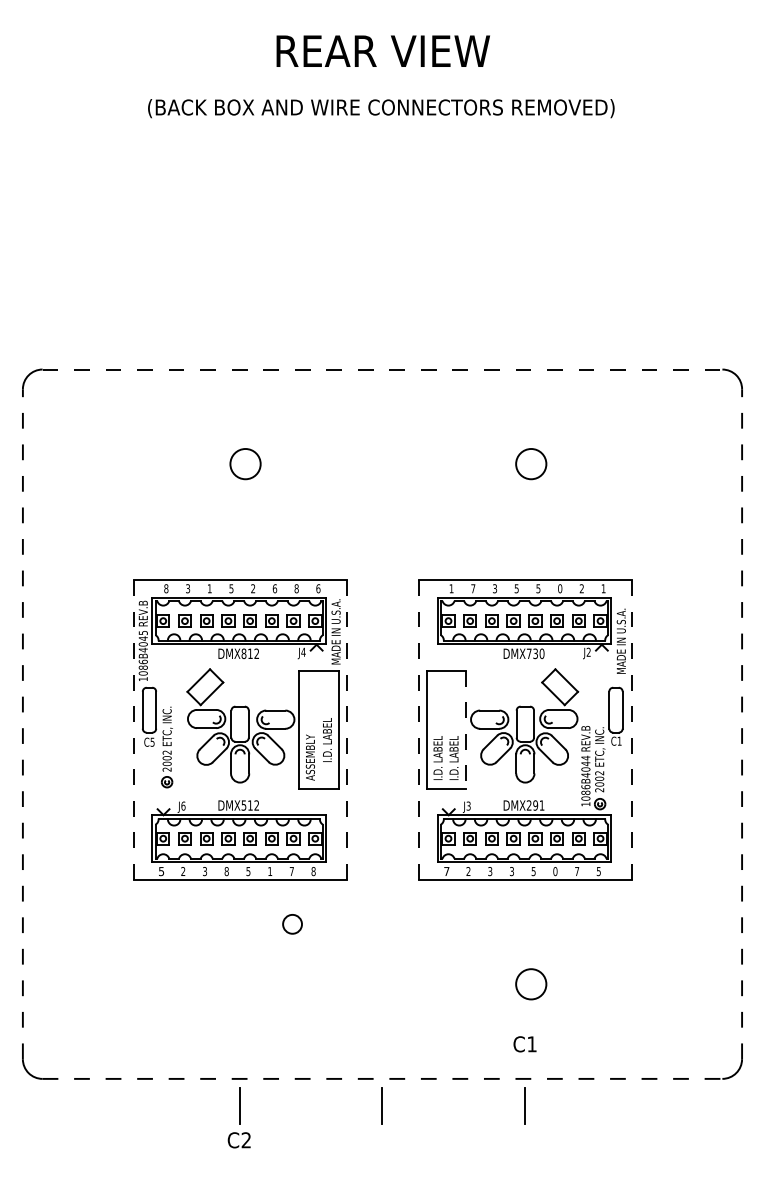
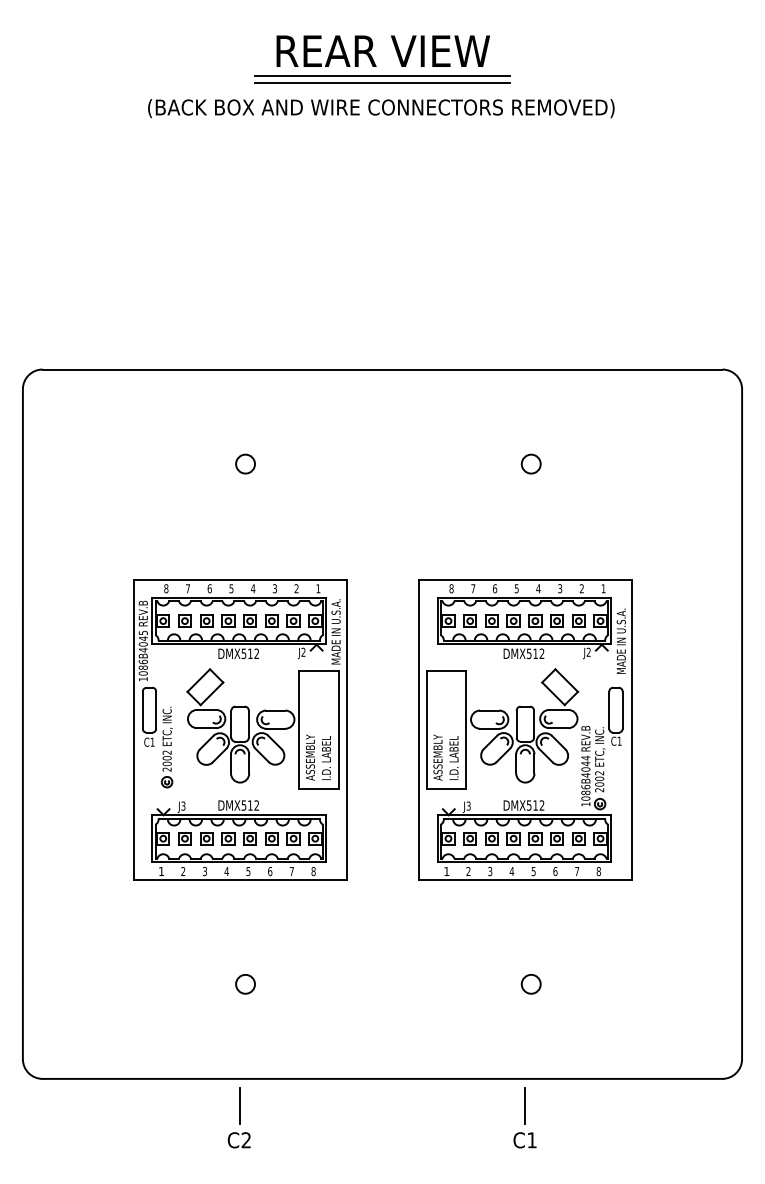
line at (382, 75): none -> present
line at (382, 83): none -> present
line at (382, 369): dashed -> solid
circle at (245, 464) diameter: 30 px -> 19 px
circle at (531, 464) diameter: 30 px -> 19 px
text at (188, 588): 3 -> 7
text at (209, 588): 1 -> 6
text at (252, 588): 2 -> 4
text at (274, 588): 6 -> 3
text at (296, 588): 8 -> 2
text at (318, 588): 6 -> 1
text at (451, 588): 1 -> 8
text at (494, 588): 3 -> 6
text at (538, 588): 5 -> 4
text at (560, 588): 0 -> 3
text at (303, 651): J4 -> J2
text at (243, 653): DMX812 -> DMX512
text at (535, 653): DMX730 -> DMX512
line at (22, 724): dashed -> solid
line at (742, 724): dashed -> solid
line at (133, 729): dashed -> solid
line at (346, 729): dashed -> solid
line at (418, 729): dashed -> solid
line at (631, 729): dashed -> solid
line at (466, 730): dashed -> solid
text at (327, 739) position: (327, 739) -> (326, 757)
text at (152, 741): C5 -> C1
text at (437, 757): I.D. LABEL -> ASSEMBLY
text at (183, 805): J6 -> J3
text at (535, 805): DMX291 -> DMX512
text at (161, 871): 5 -> 1
text at (226, 871): 8 -> 4
text at (270, 871): 1 -> 6
text at (446, 871): 7 -> 1
text at (511, 871): 3 -> 4
text at (555, 871): 0 -> 6
text at (598, 871): 5 -> 8
circle at (292, 924) position: (292, 924) -> (245, 984)
circle at (531, 984) diameter: 30 px -> 19 px
text at (524, 1044) position: (524, 1044) -> (524, 1140)
line at (382, 1078): dashed -> solid
line at (381, 1105): present -> none
